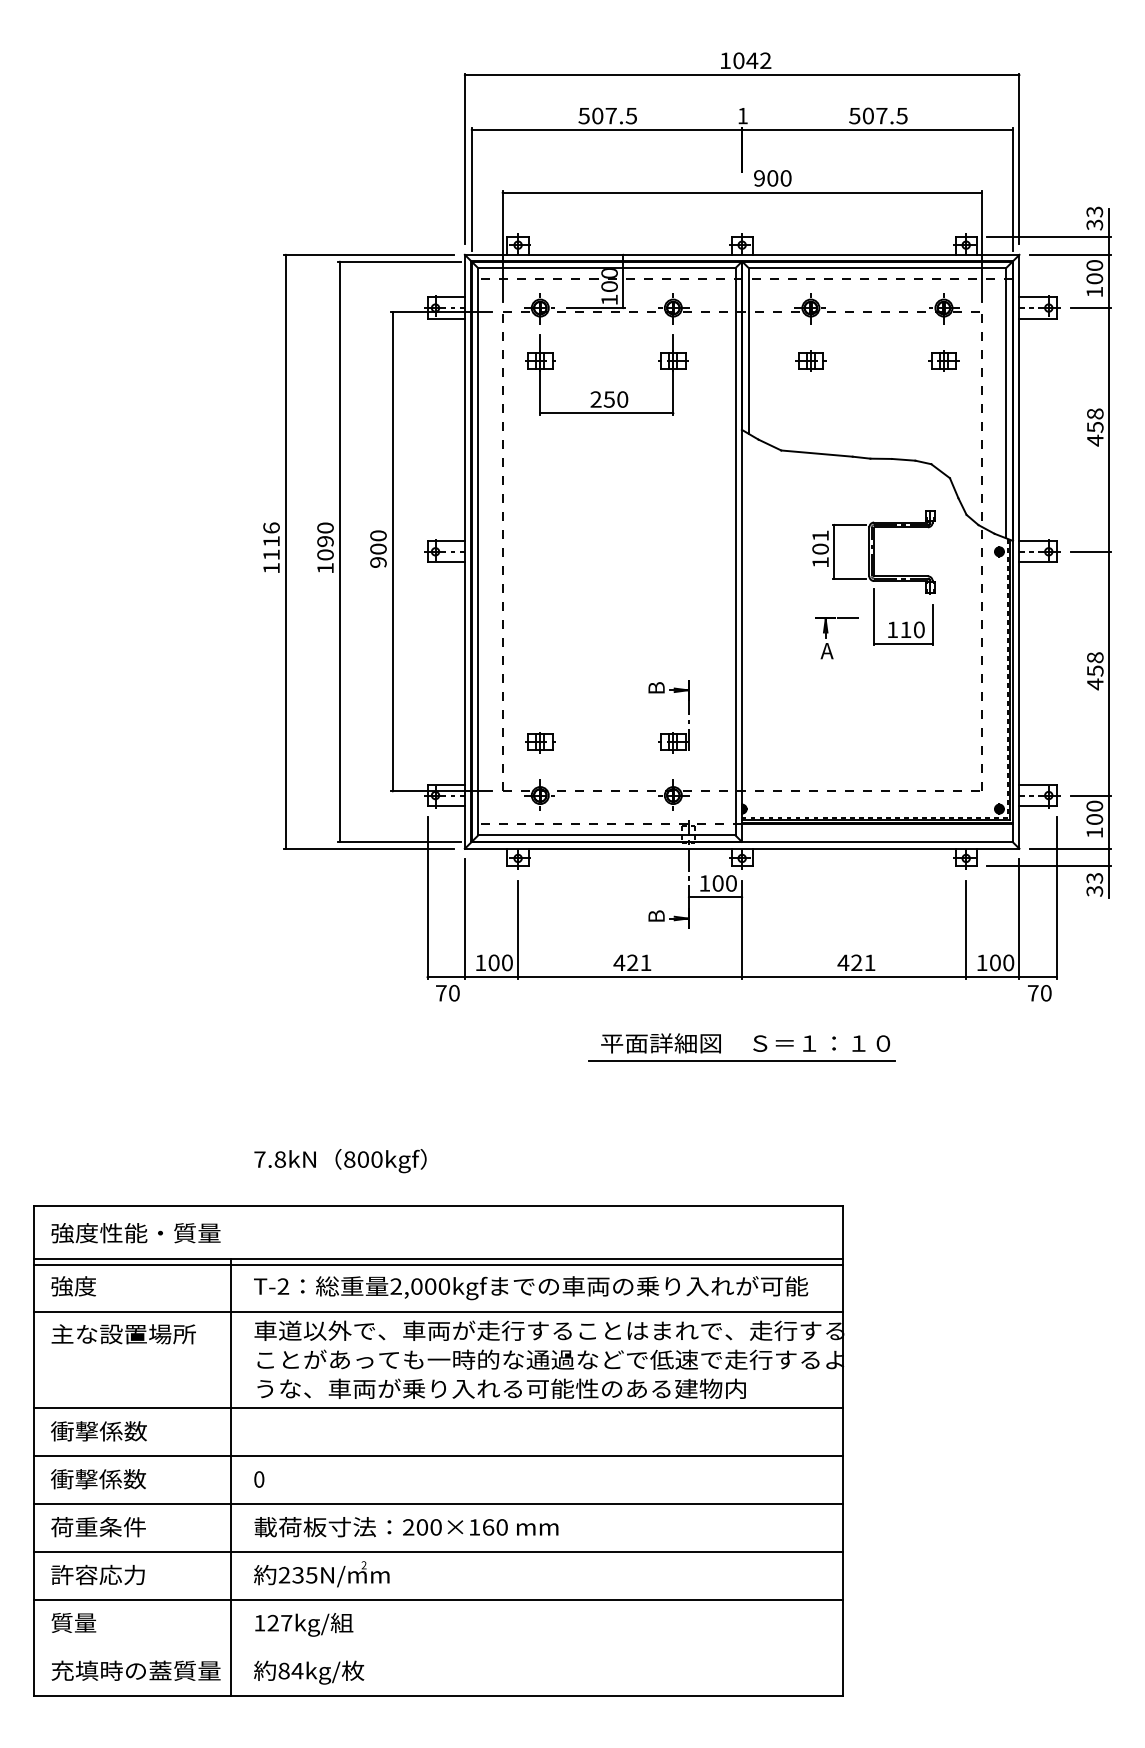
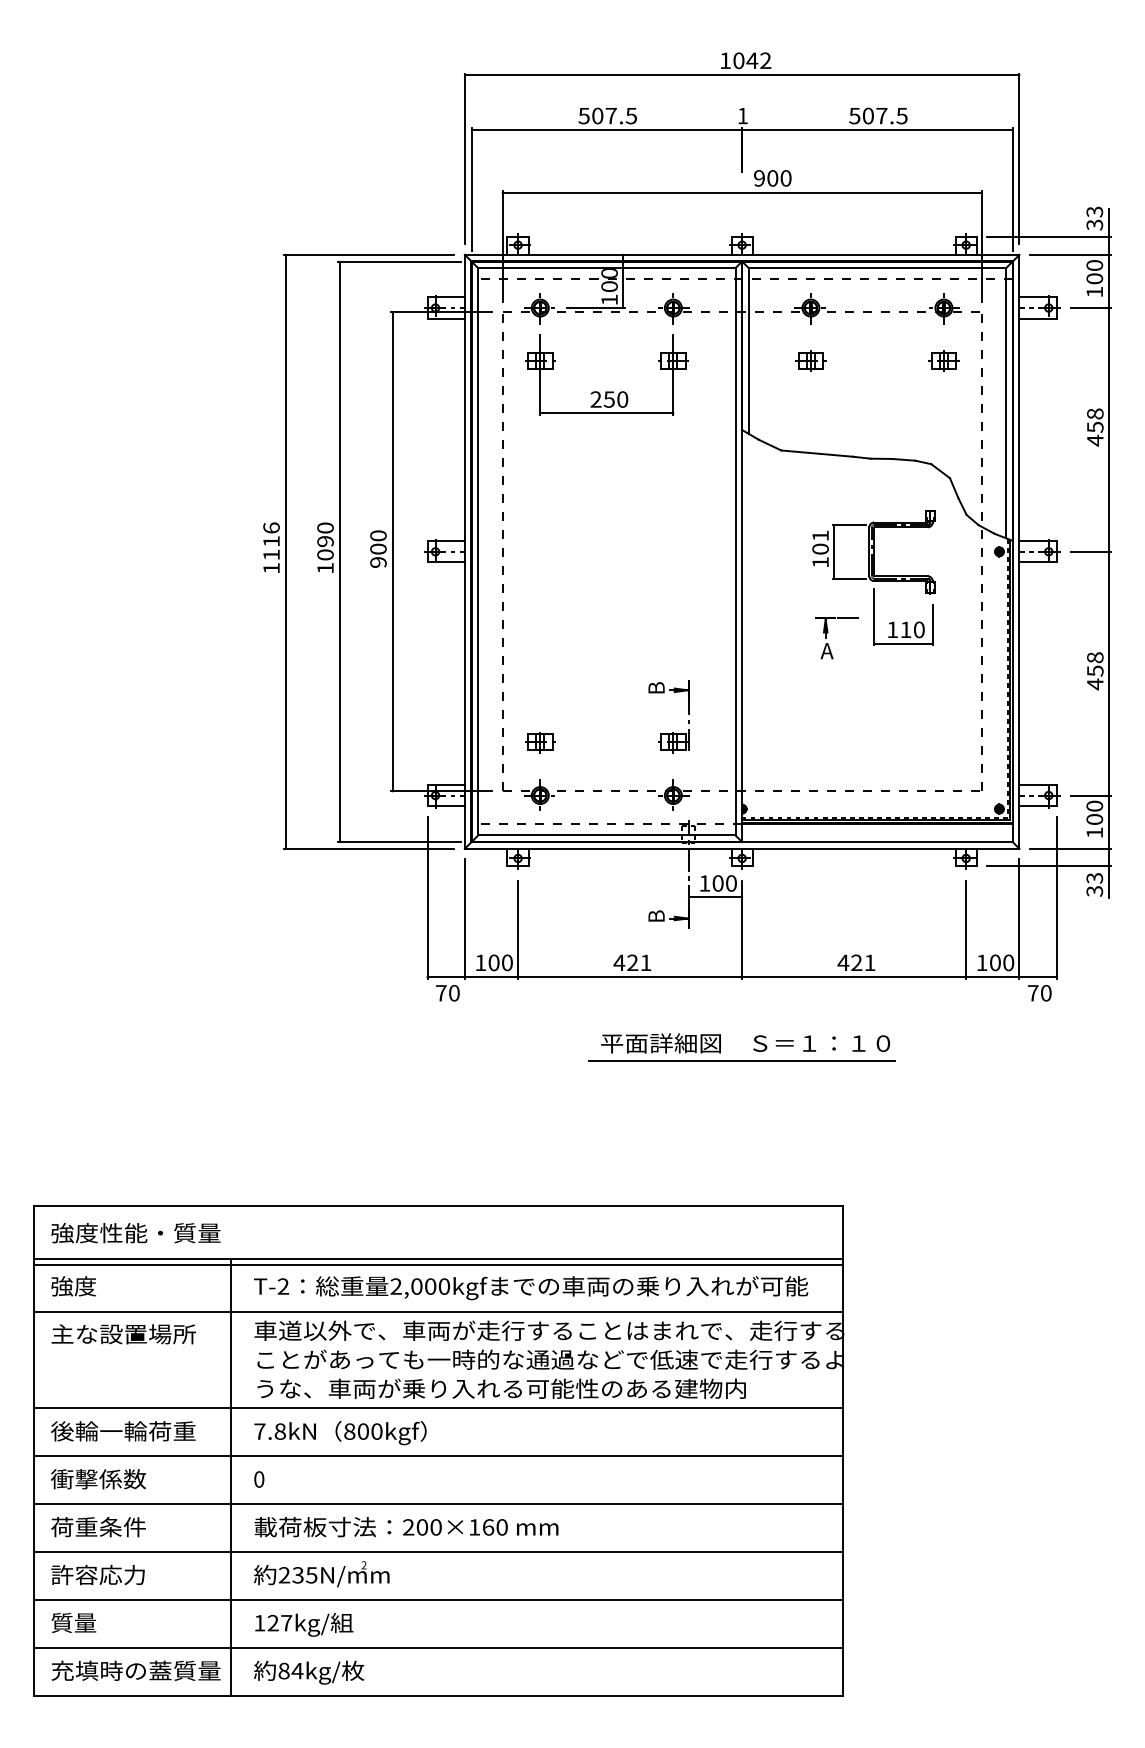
text at (340, 1161) position: (340, 1161) -> (340, 1433)
text at (123, 1431): 衝撃係数 -> 後輪一輪荷重
line at (438, 1647): none -> present
